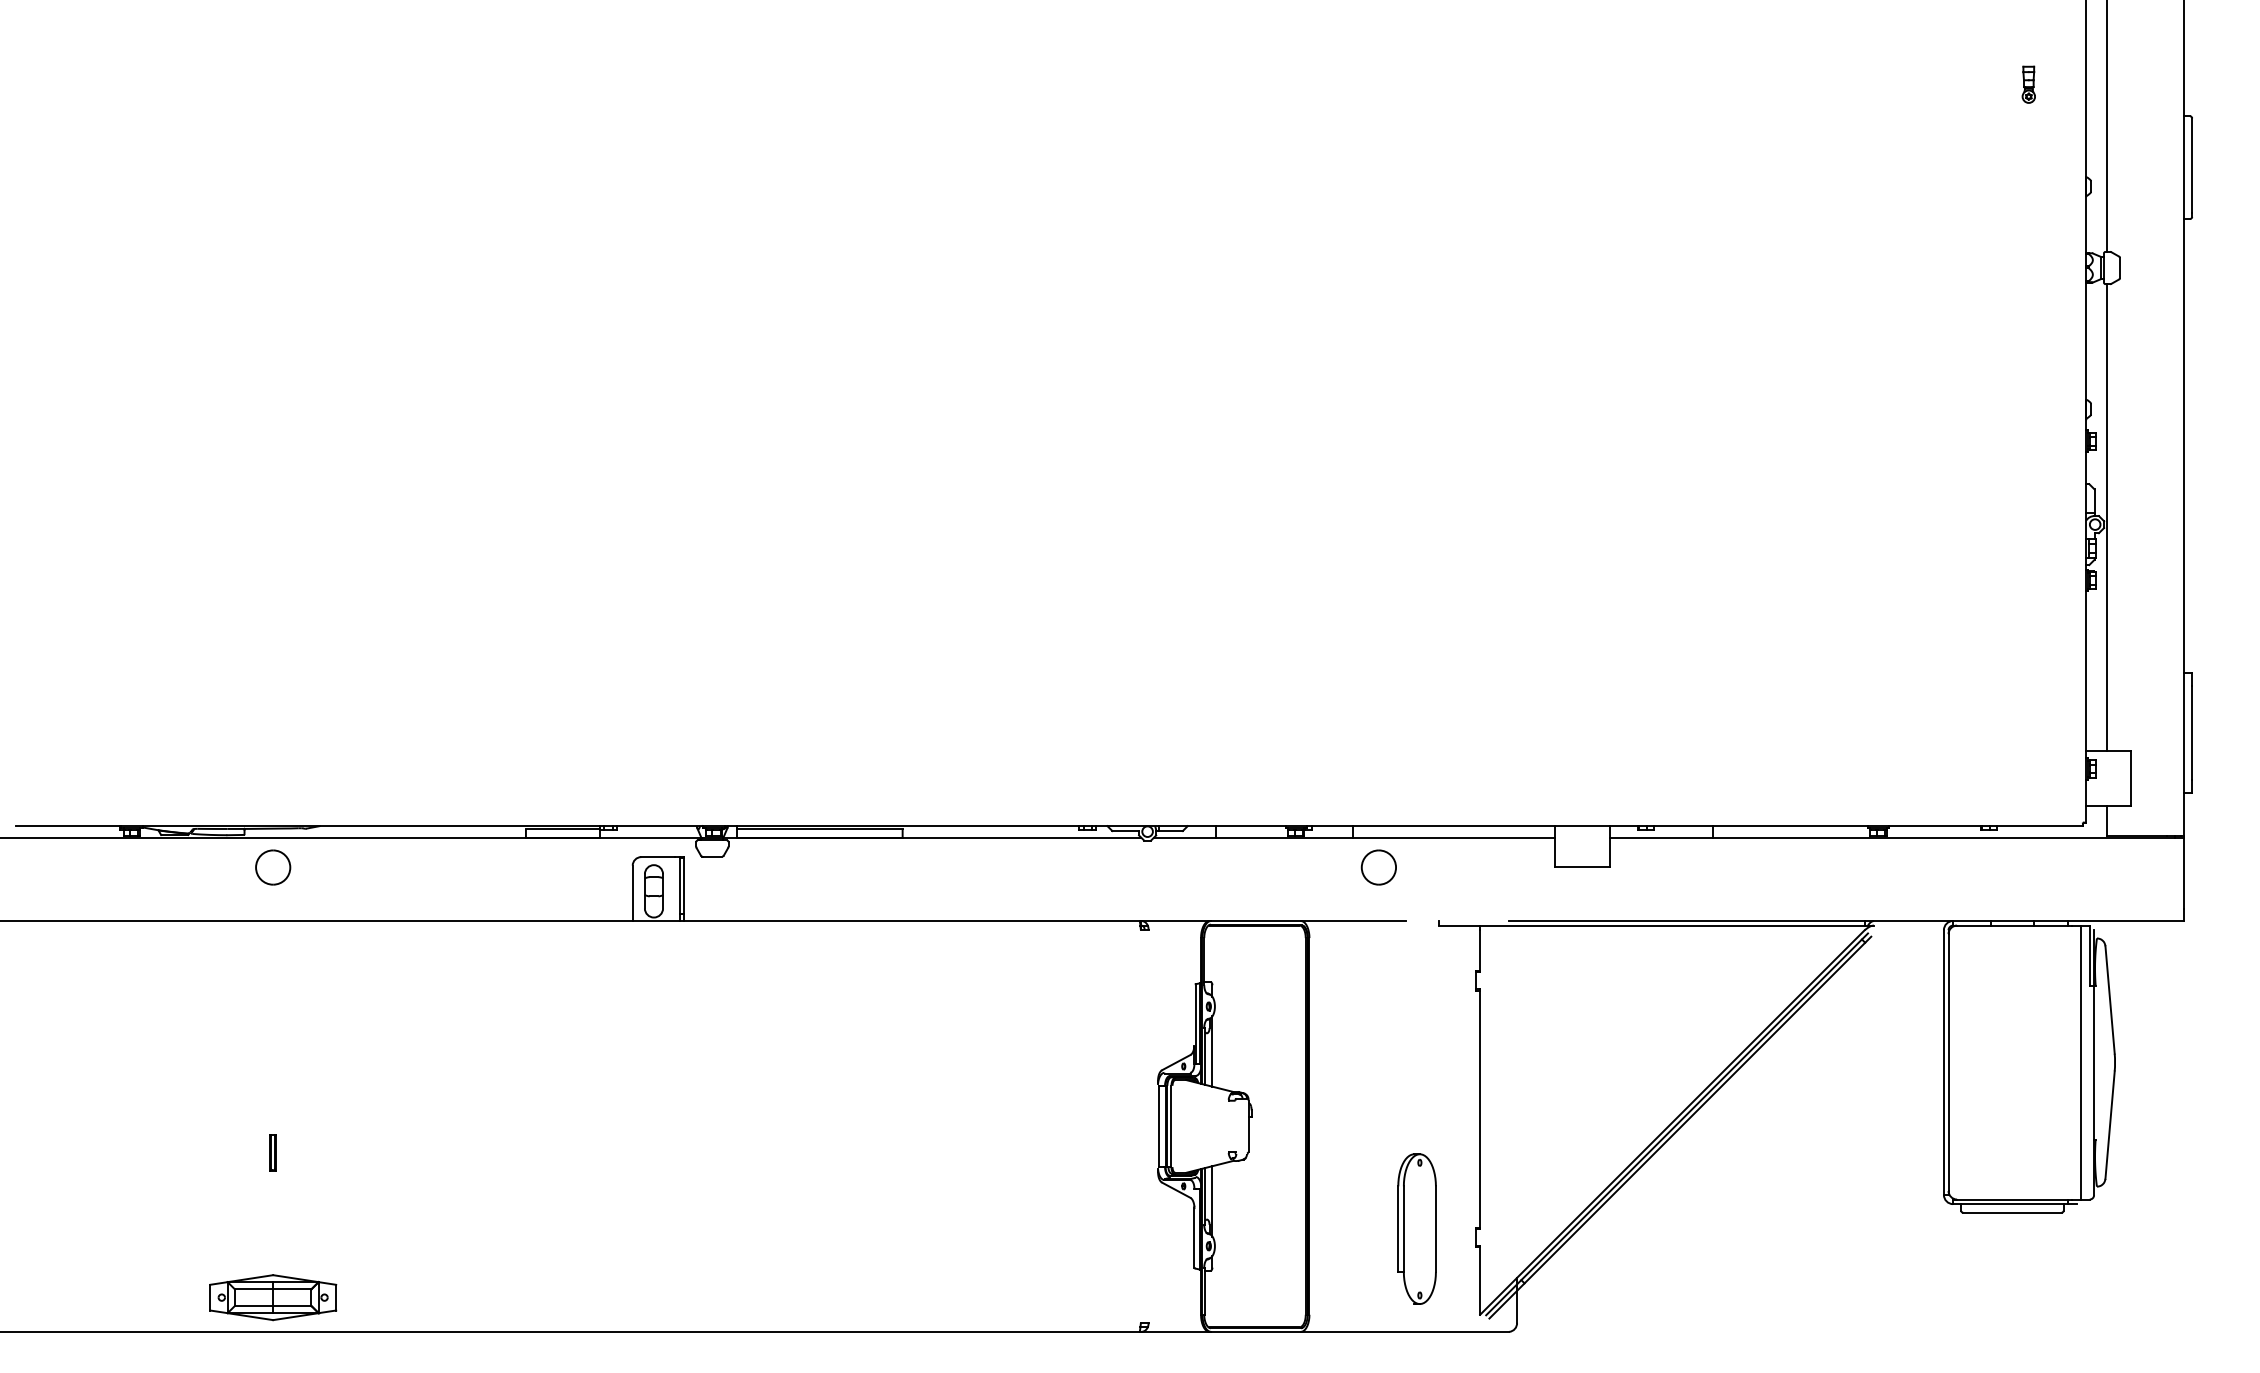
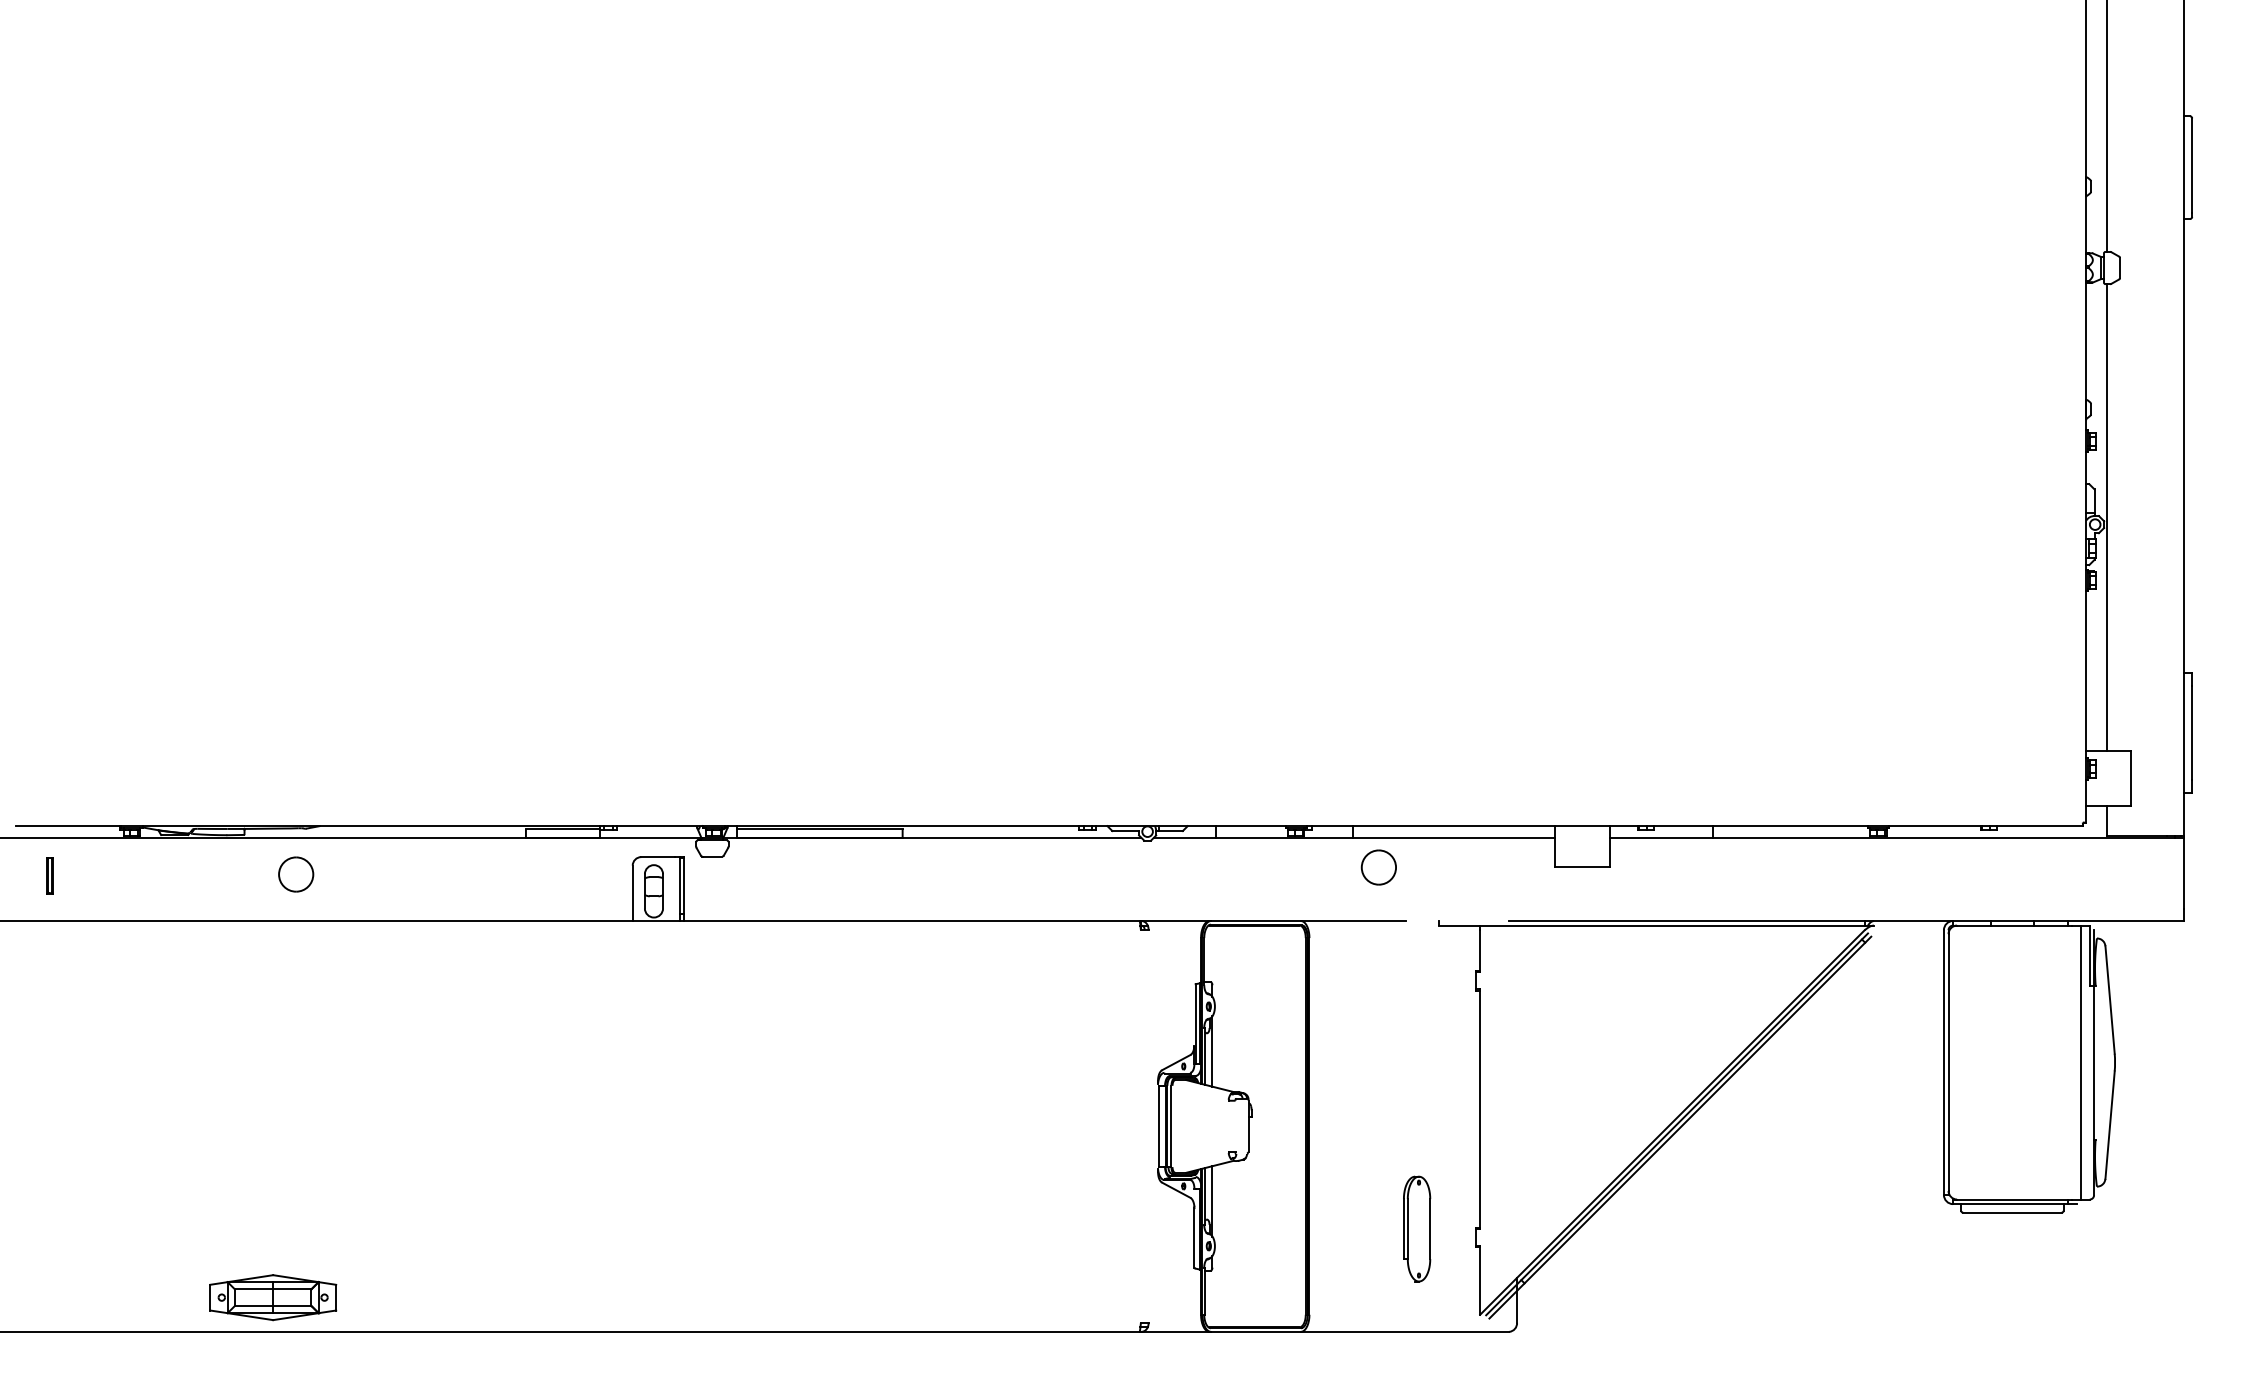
part at (2028, 84): present -> none
part at (273, 867) position: (273, 867) -> (296, 874)
part at (272, 1152) position: (272, 1152) -> (49, 875)
part at (1416, 1228) size: 40x152 px -> 29x108 px
